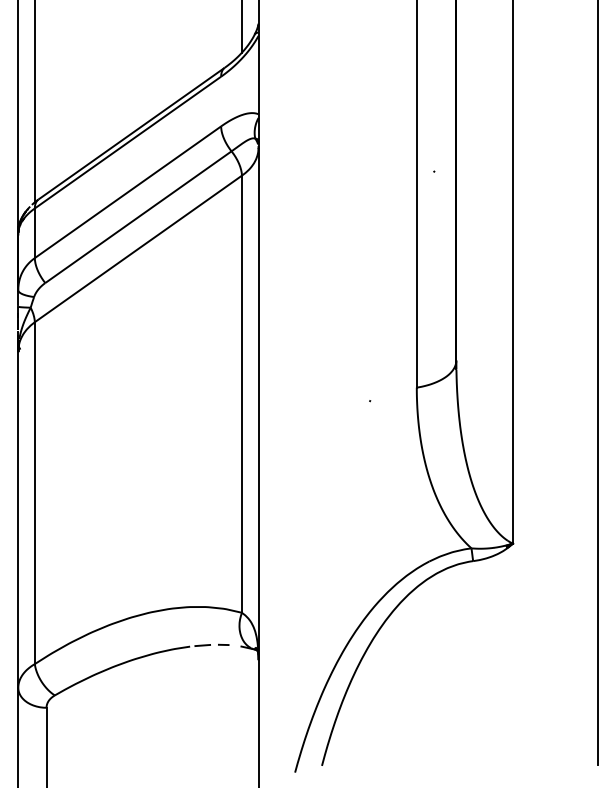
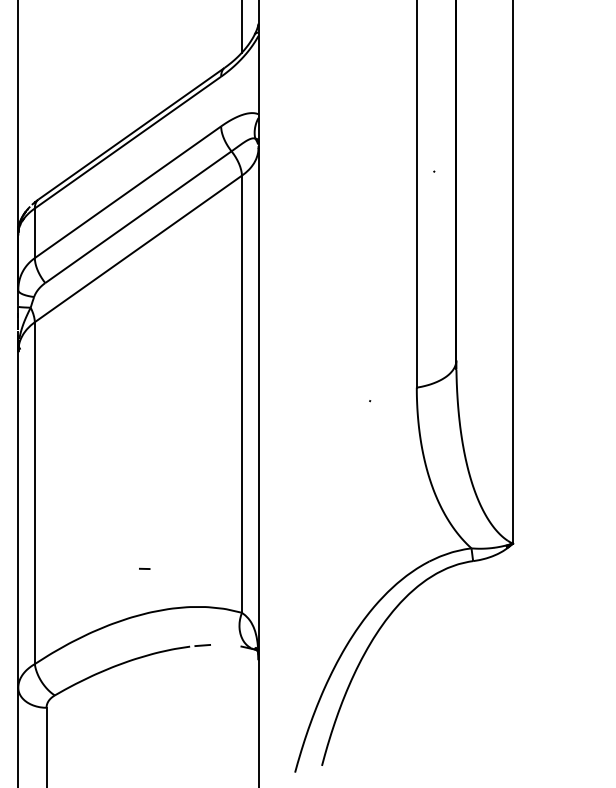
line at (34, 102): present -> none
line at (597, 383): present -> none
line at (223, 644) position: (223, 644) -> (144, 568)
